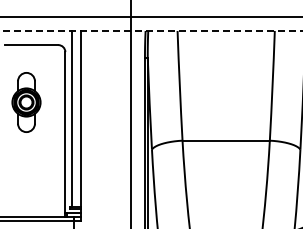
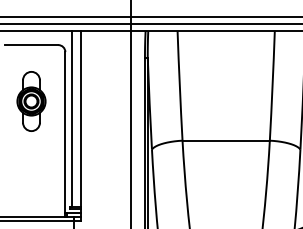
line at (150, 23): none -> present
line at (151, 30): dashed -> solid
part at (26, 102) position: (26, 102) -> (31, 101)
